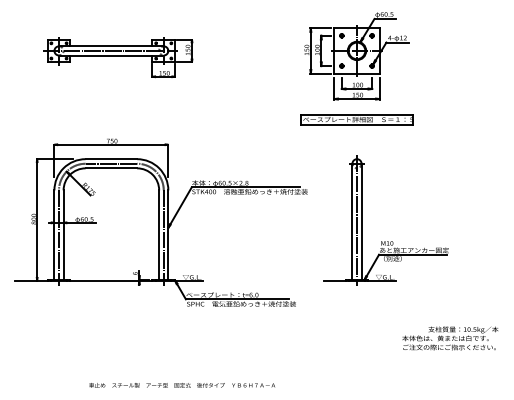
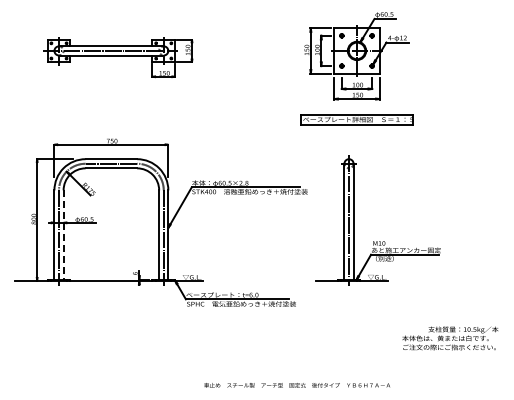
line at (63, 235): solid -> dashed
part at (385, 241) position: (385, 241) -> (377, 241)
text at (181, 385) position: (181, 385) -> (296, 385)
